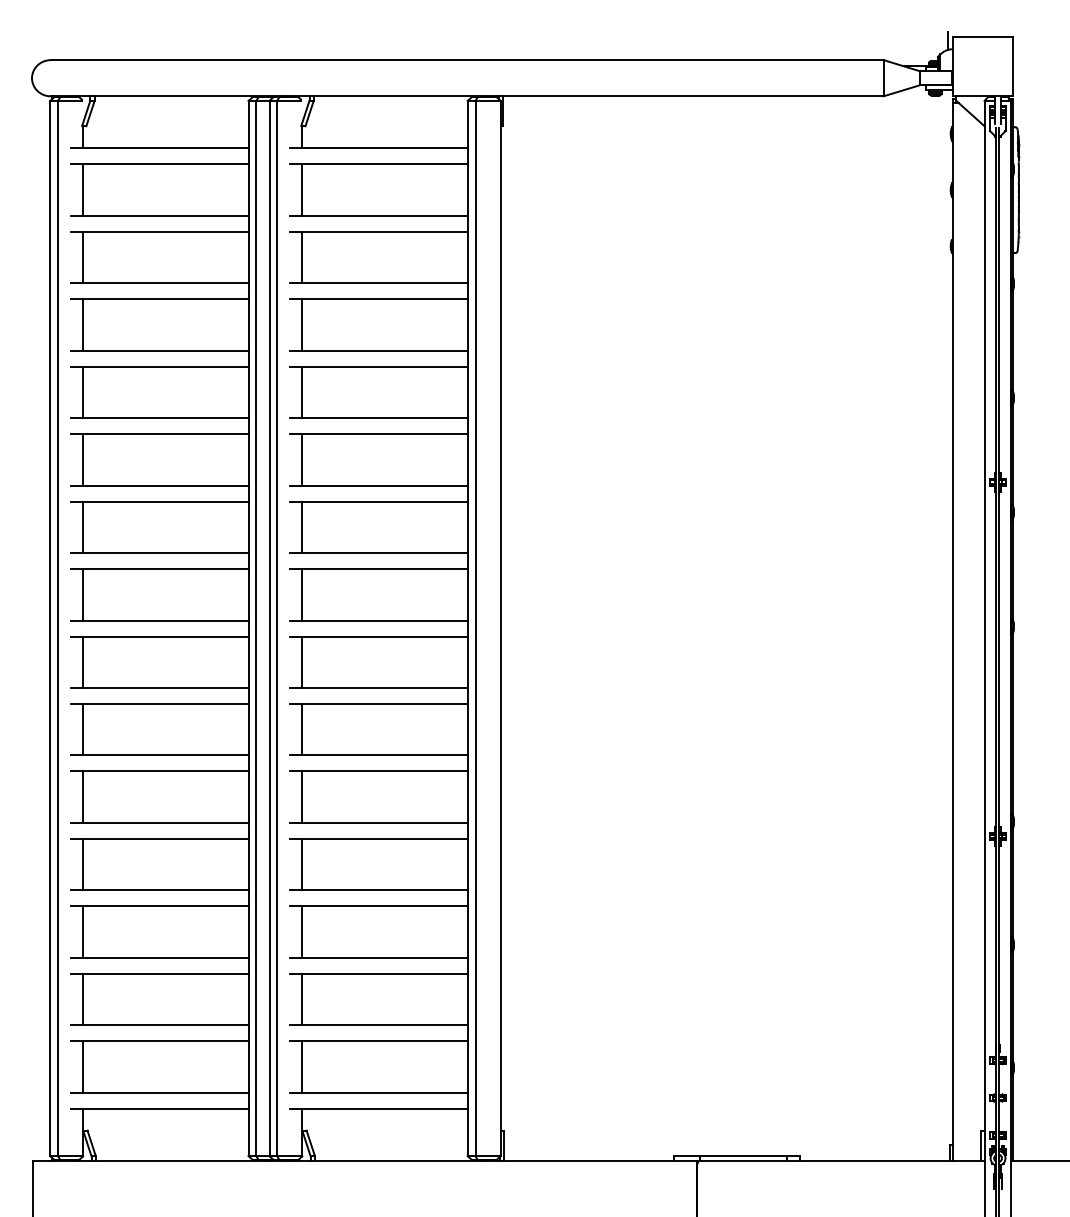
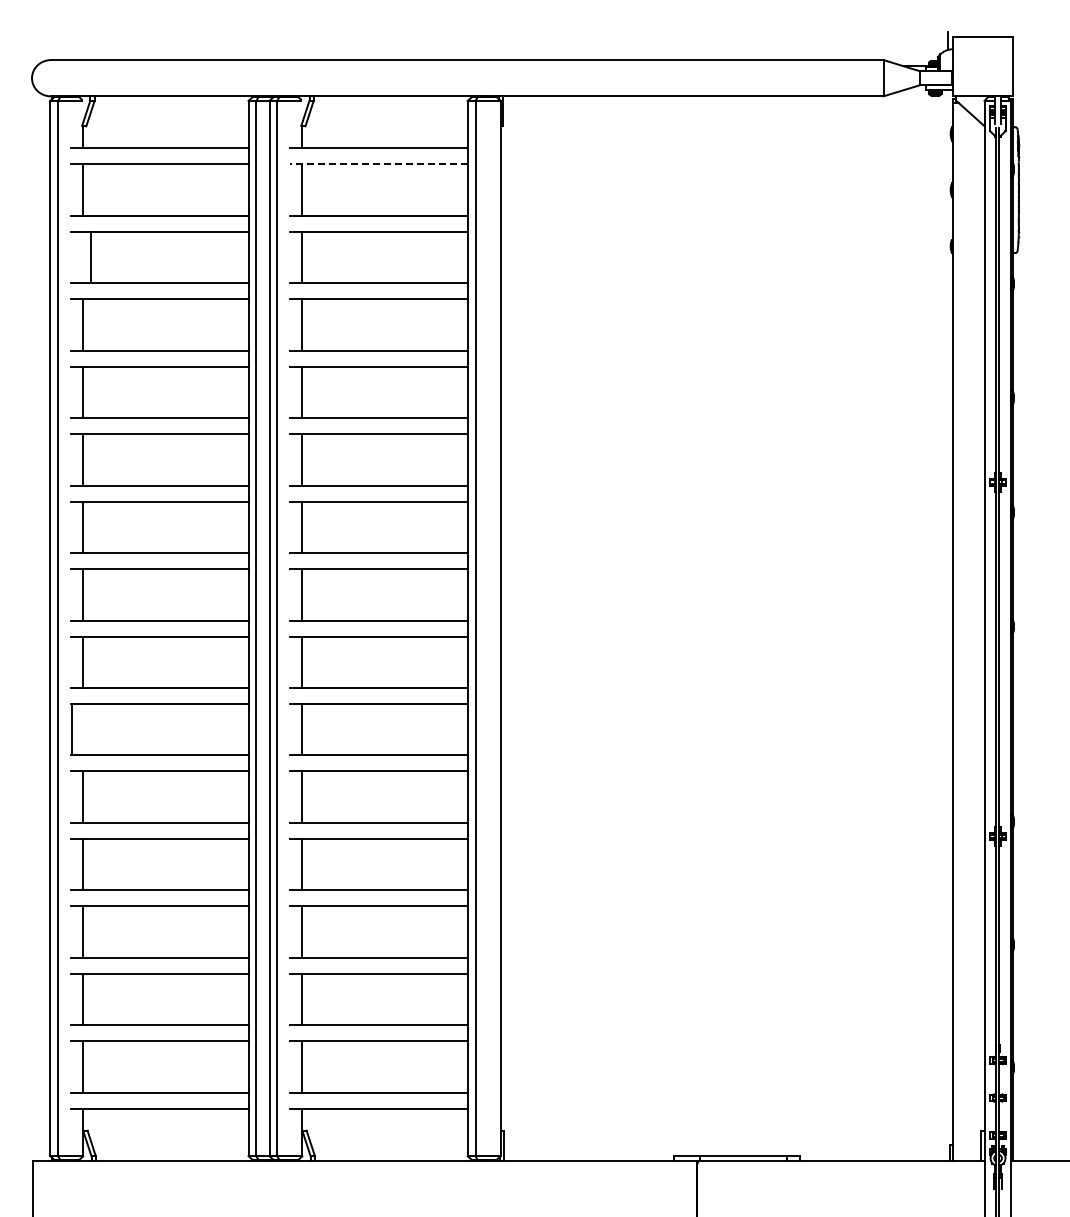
line at (378, 164): solid -> dashed
line at (83, 257) position: (83, 257) -> (91, 257)
line at (83, 729) position: (83, 729) -> (72, 729)
